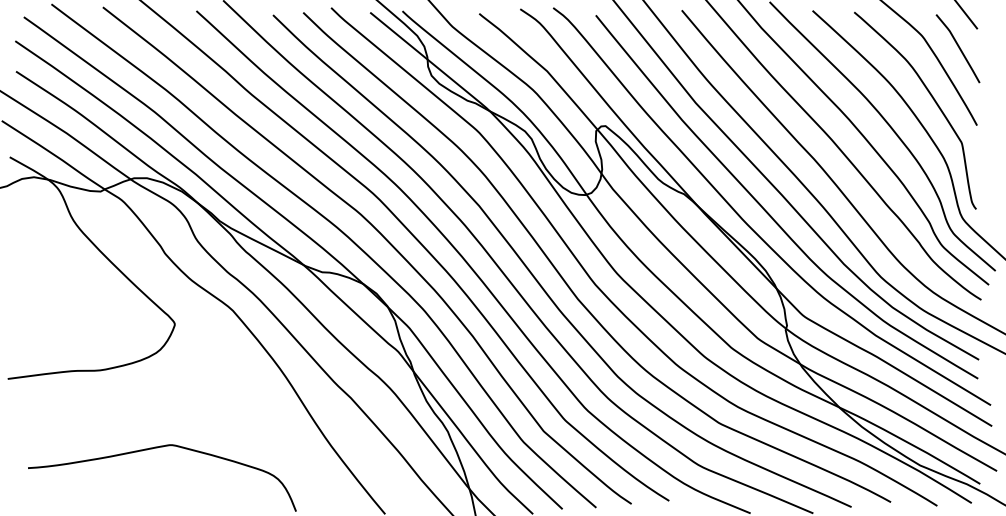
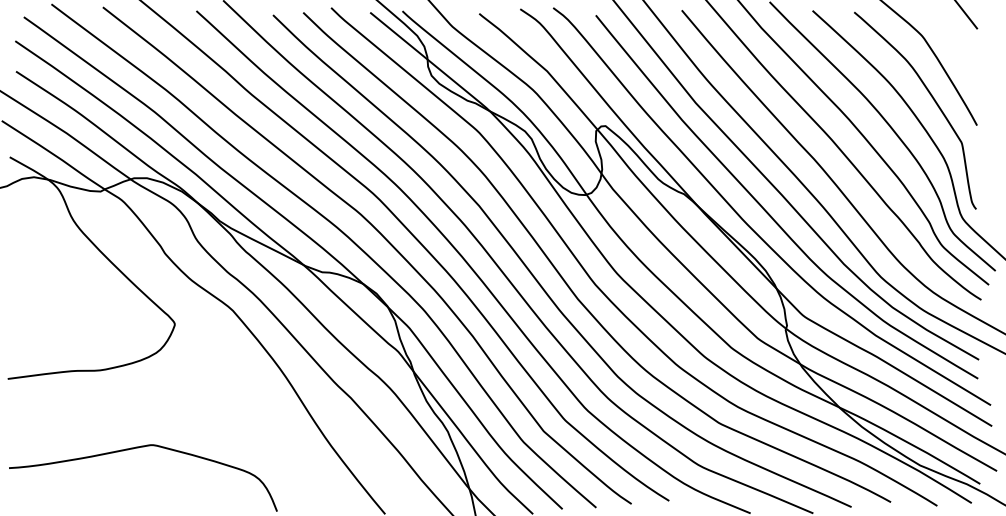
line at (958, 48): present -> none
curve at (157, 448) position: (157, 448) -> (138, 448)
